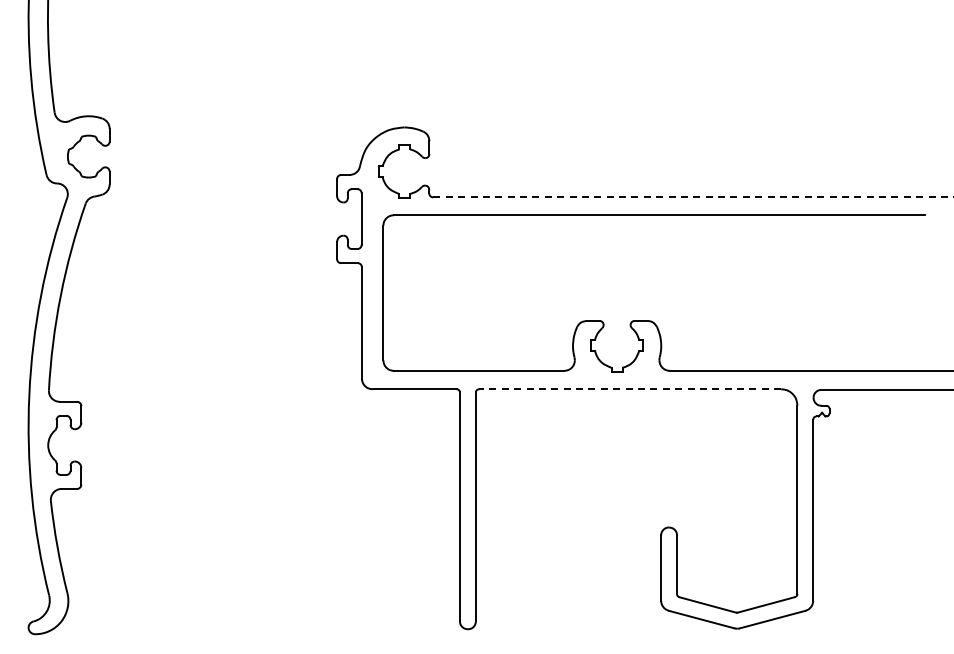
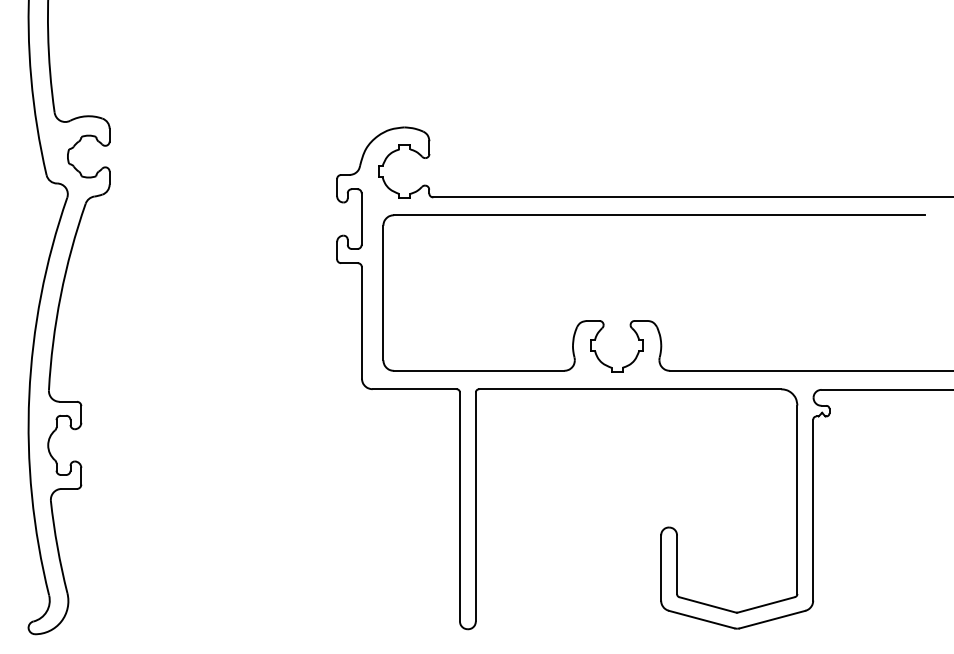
line at (693, 197): dashed -> solid
line at (630, 389): dashed -> solid
